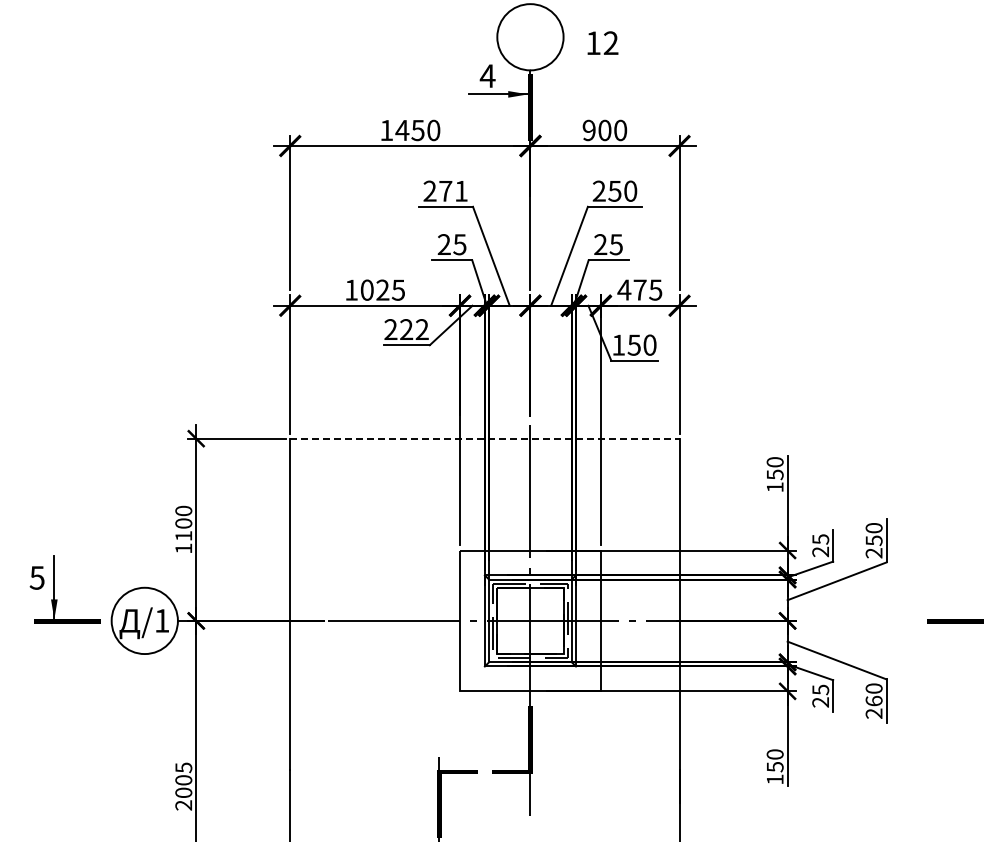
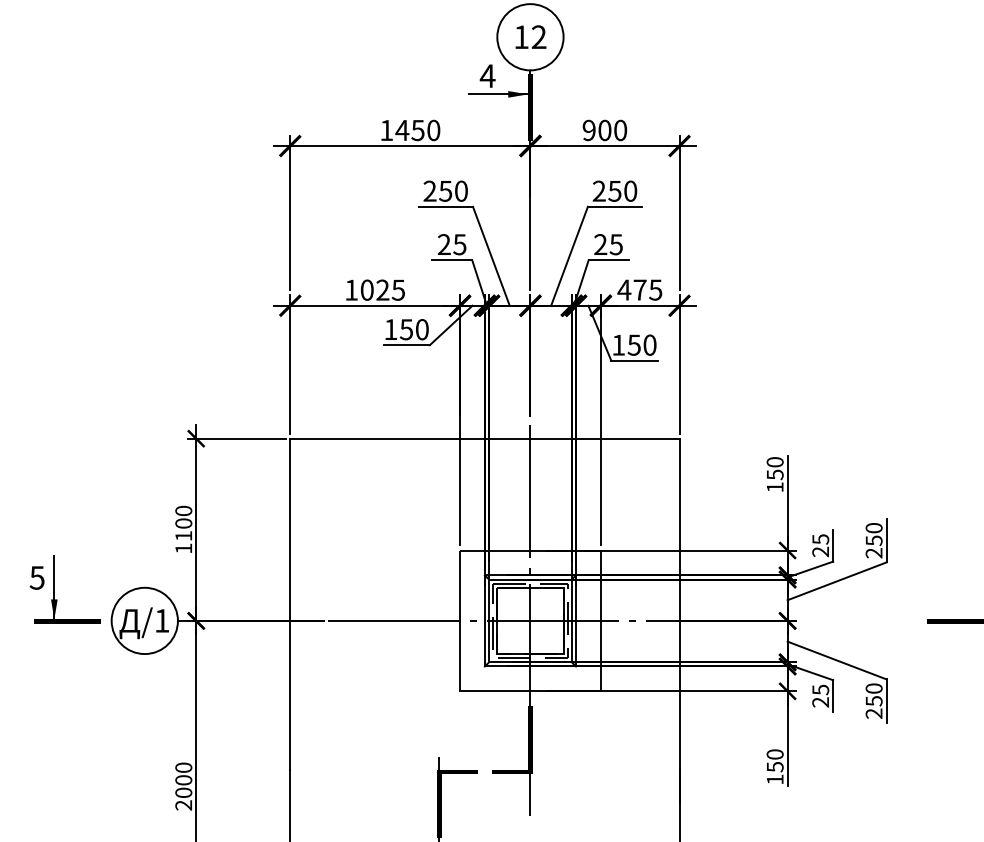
text at (602, 42) position: (602, 42) -> (530, 36)
text at (453, 190): 271 -> 250
text at (406, 329): 222 -> 150
line at (484, 438): dashed -> solid
text at (873, 700): 260 -> 250
text at (183, 767): 2005 -> 2000
